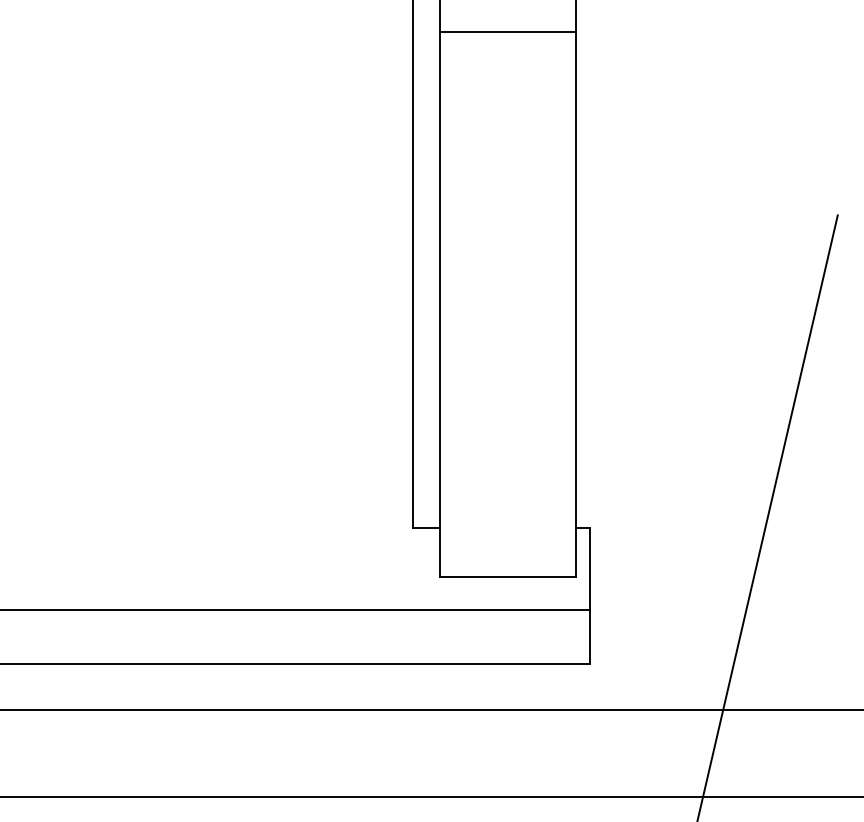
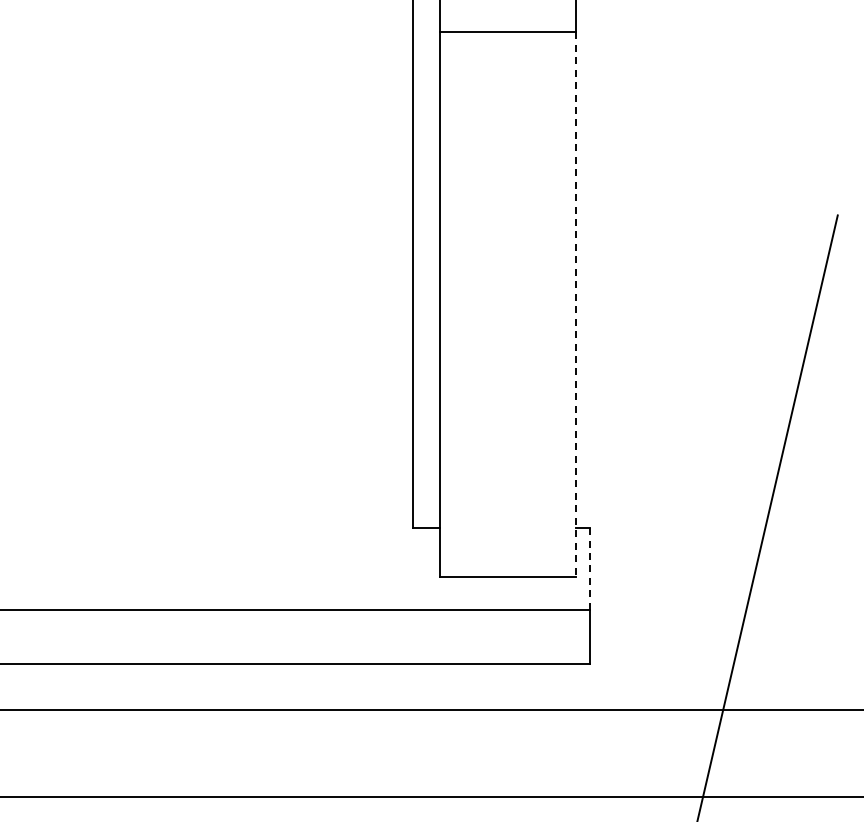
line at (576, 305): solid -> dashed
line at (589, 568): solid -> dashed
